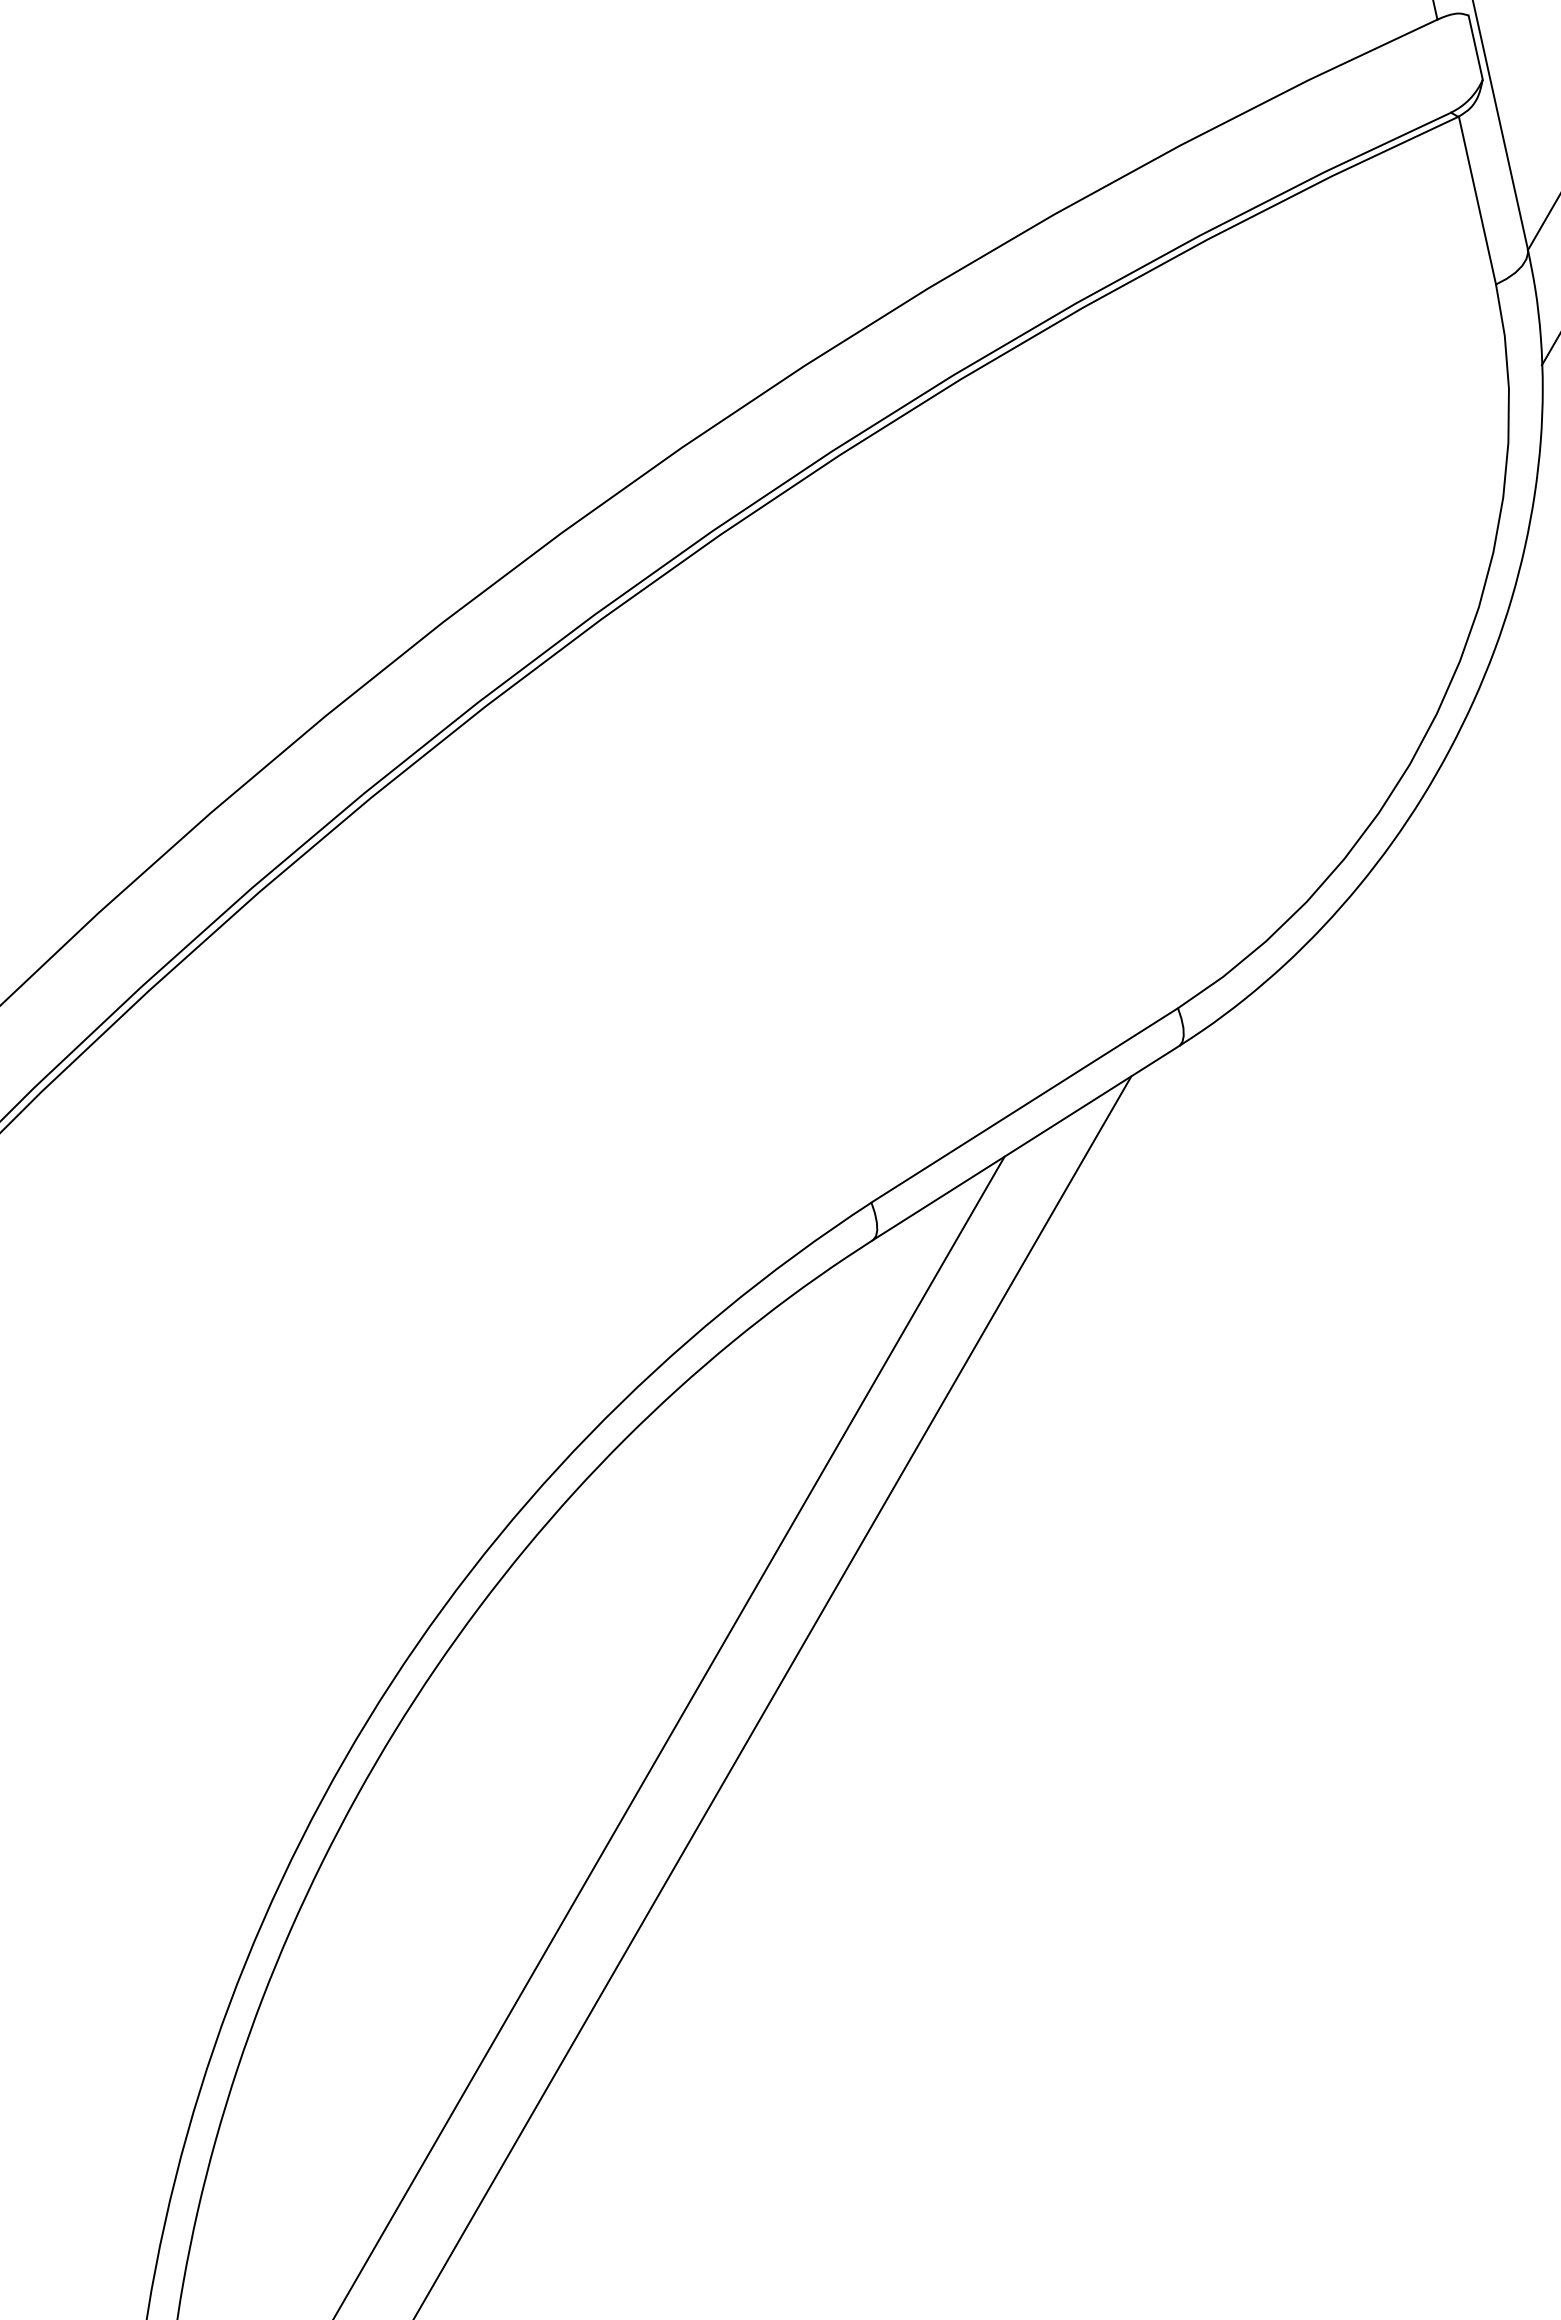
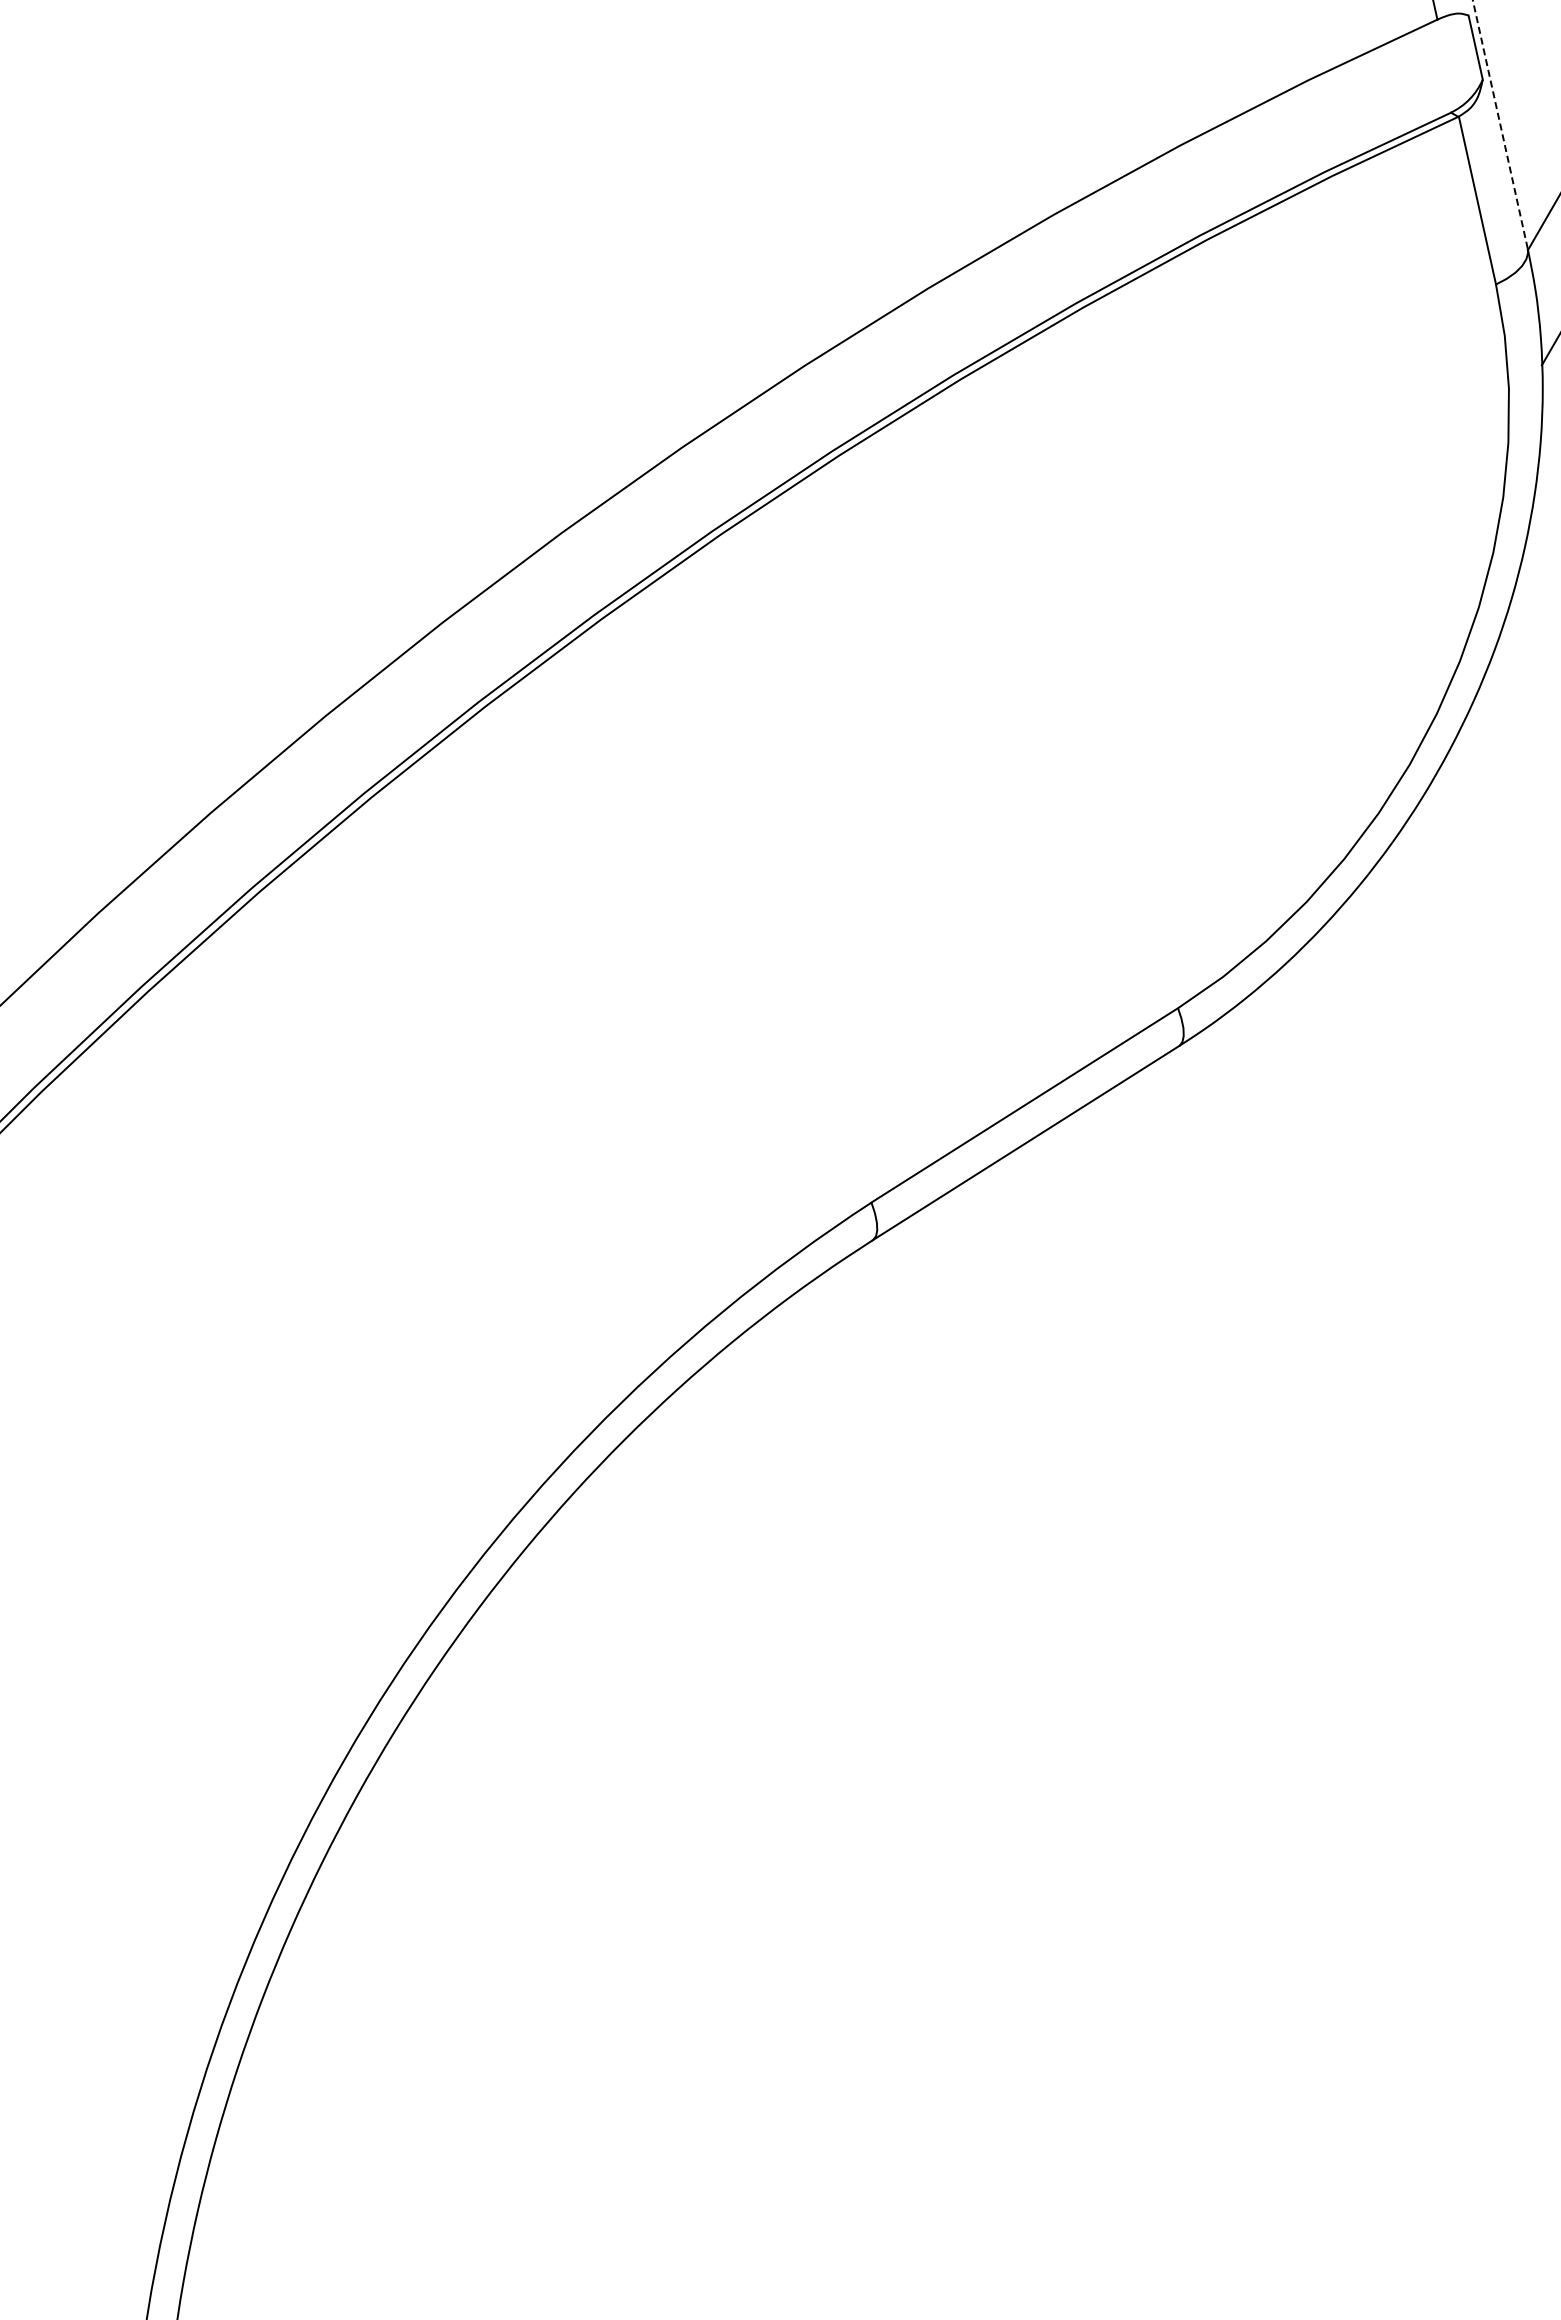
line at (1500, 124): solid -> dashed
line at (773, 1696): present -> none
line at (669, 1736): present -> none
